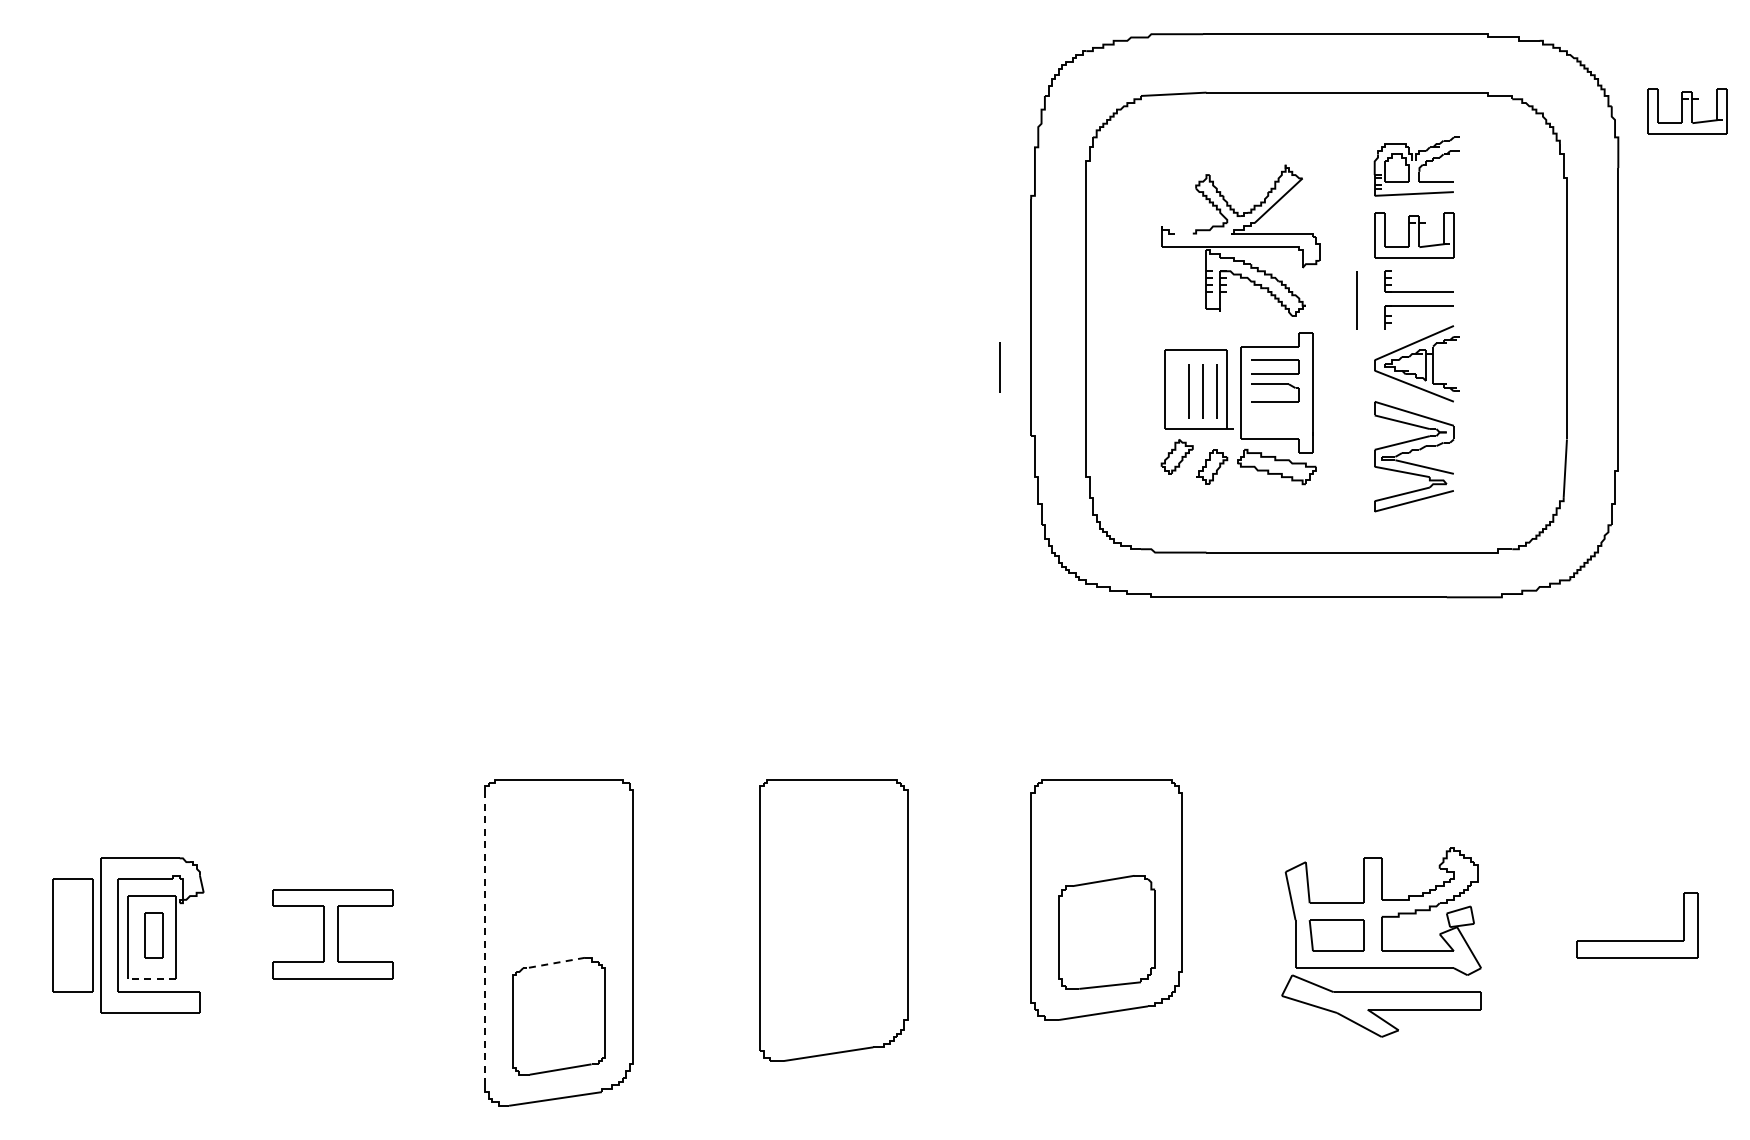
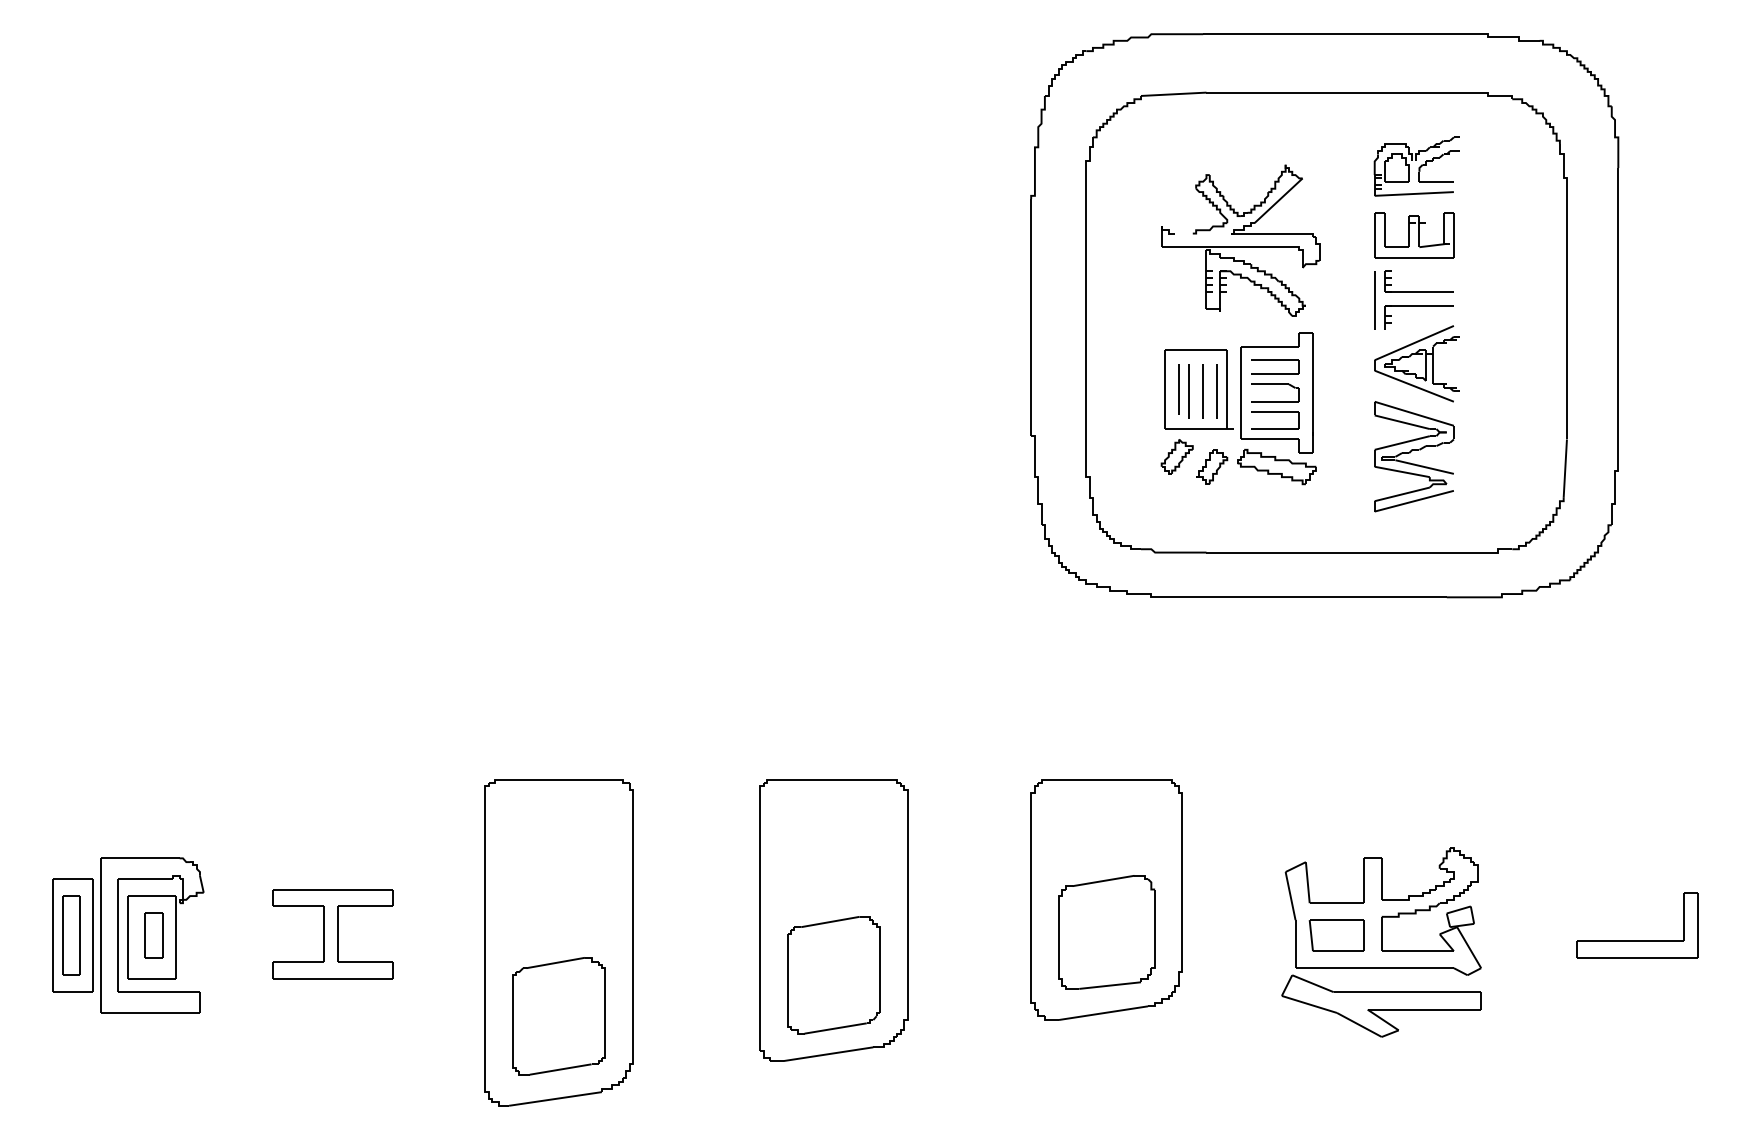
part at (1687, 111): present -> none
line at (1356, 300) position: (1356, 300) -> (1374, 300)
line at (999, 367) position: (999, 367) -> (1178, 389)
part at (1275, 412): none -> present
part at (71, 935): none -> present
line at (485, 940): dashed -> solid
line at (555, 963): dashed -> solid
part at (833, 975): none -> present
line at (151, 978): dashed -> solid
